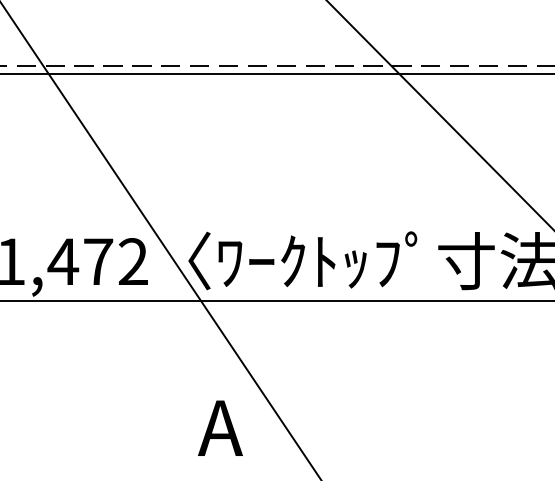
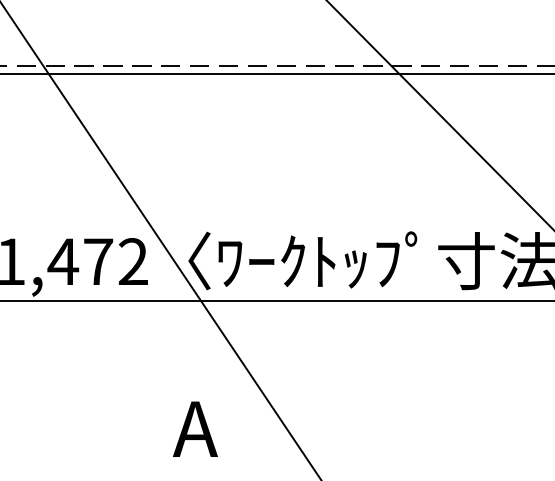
text at (220, 427) position: (220, 427) -> (195, 428)
